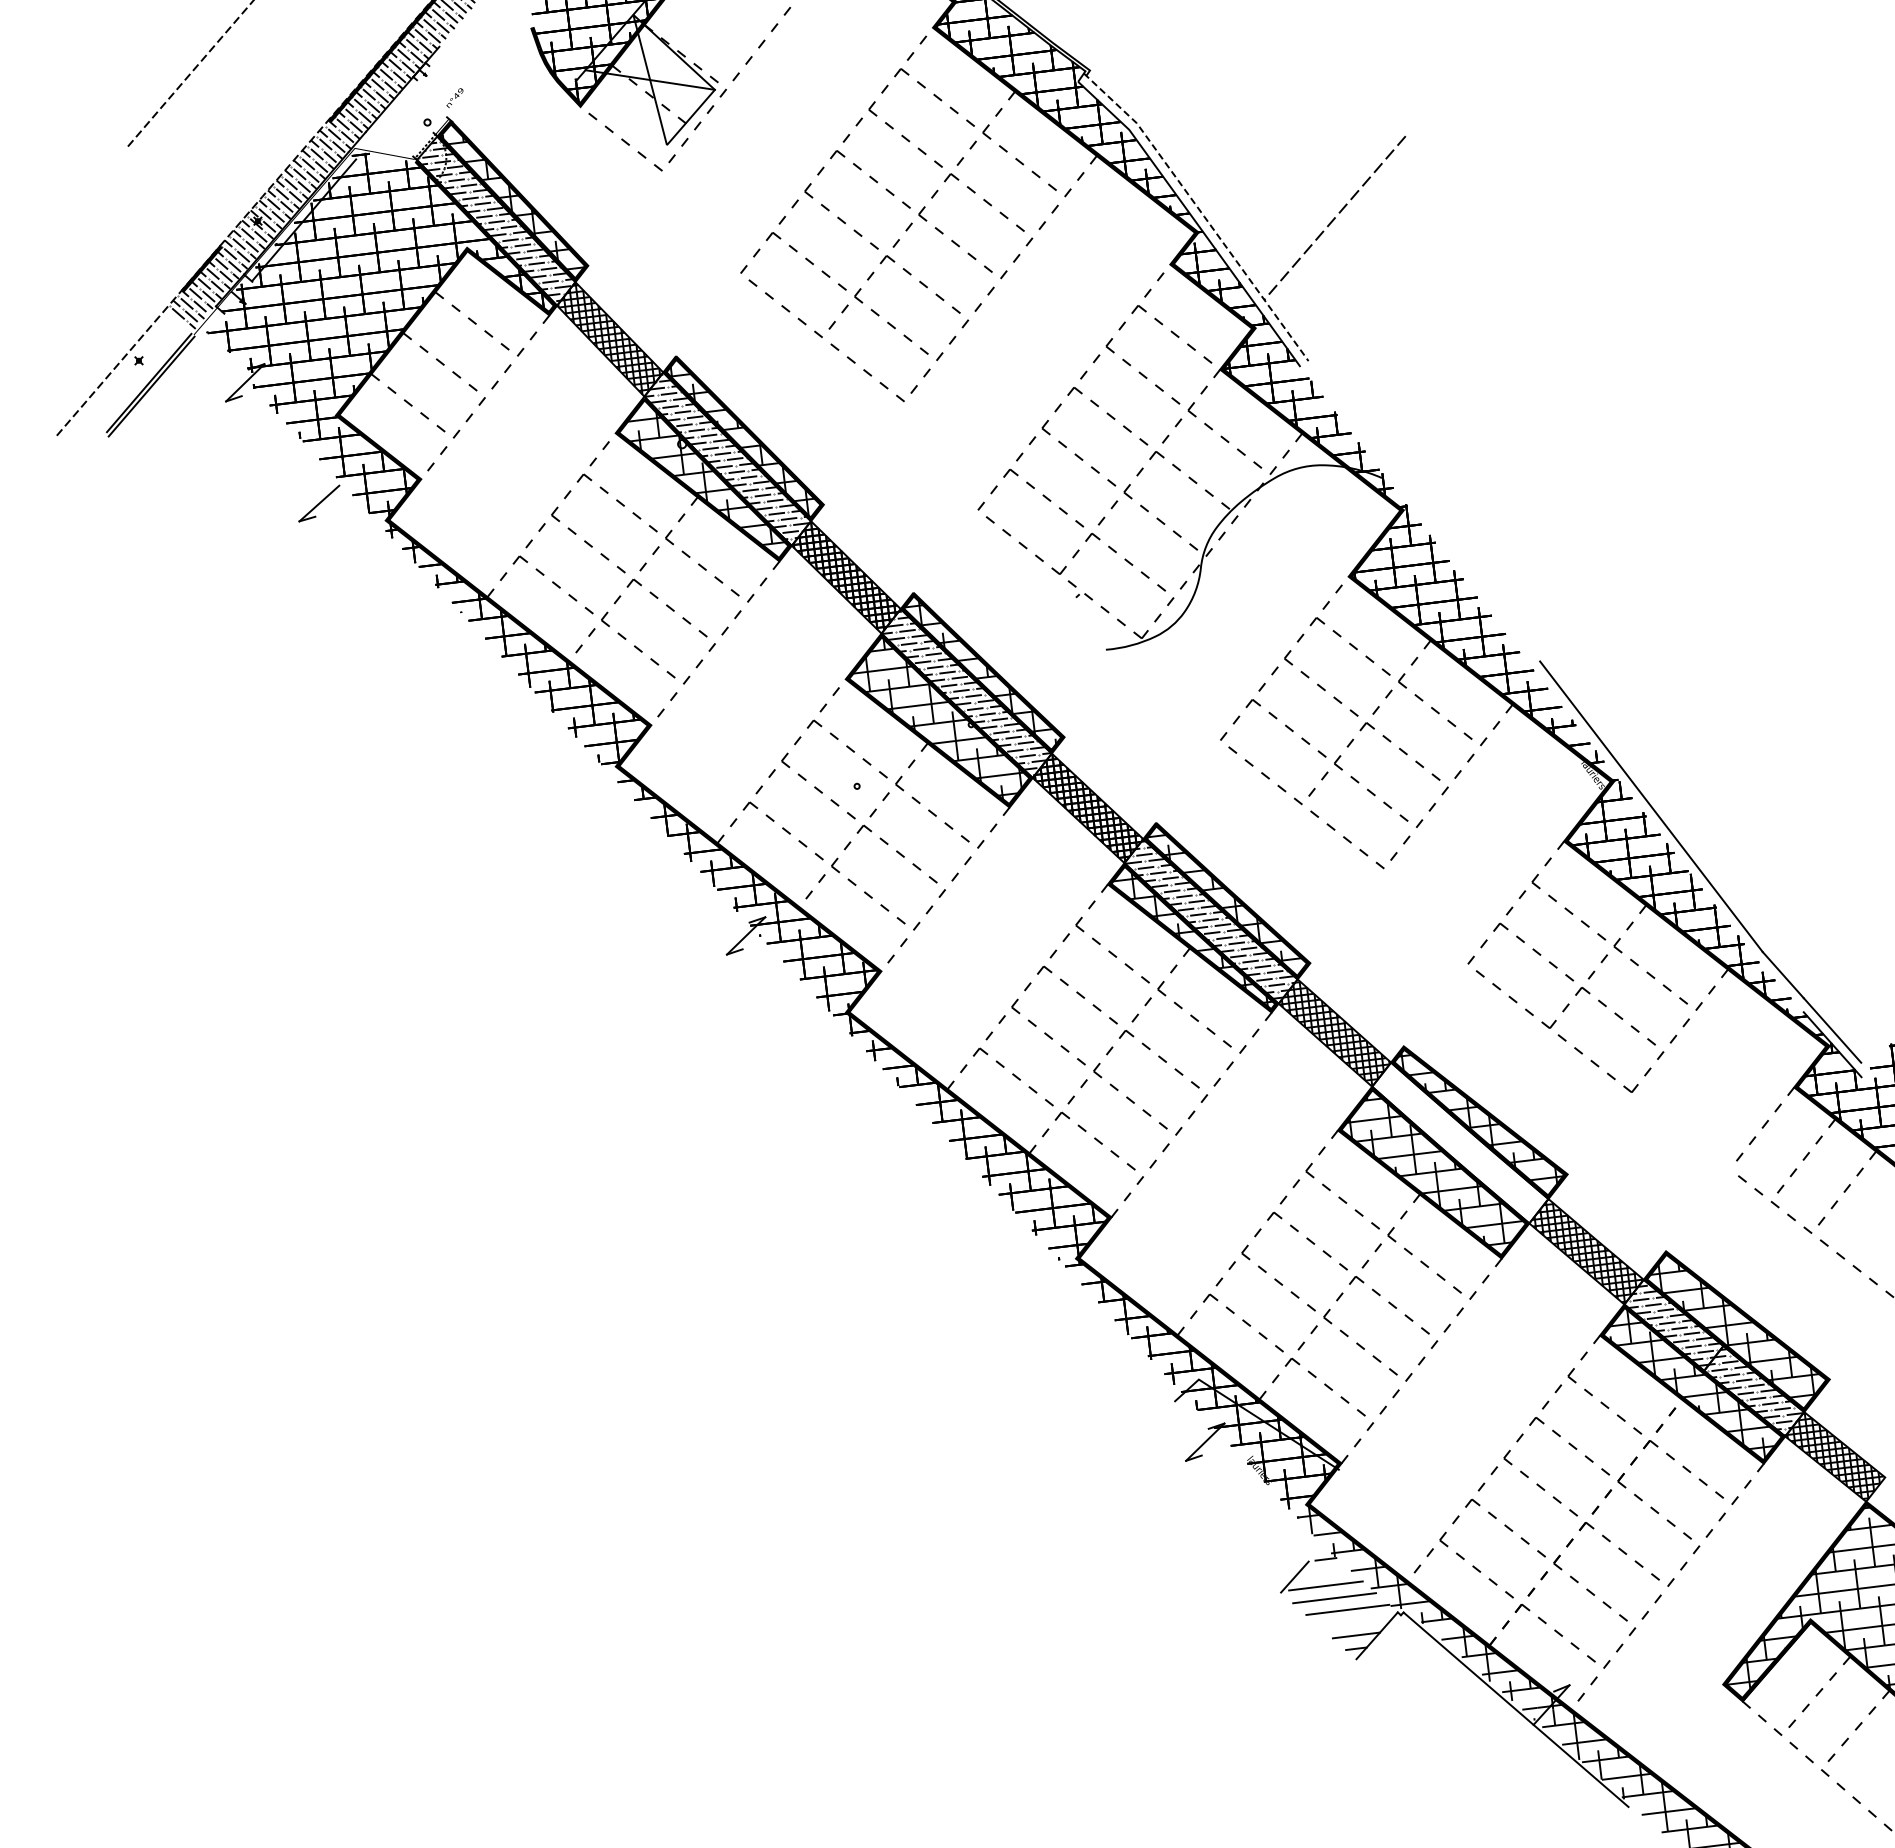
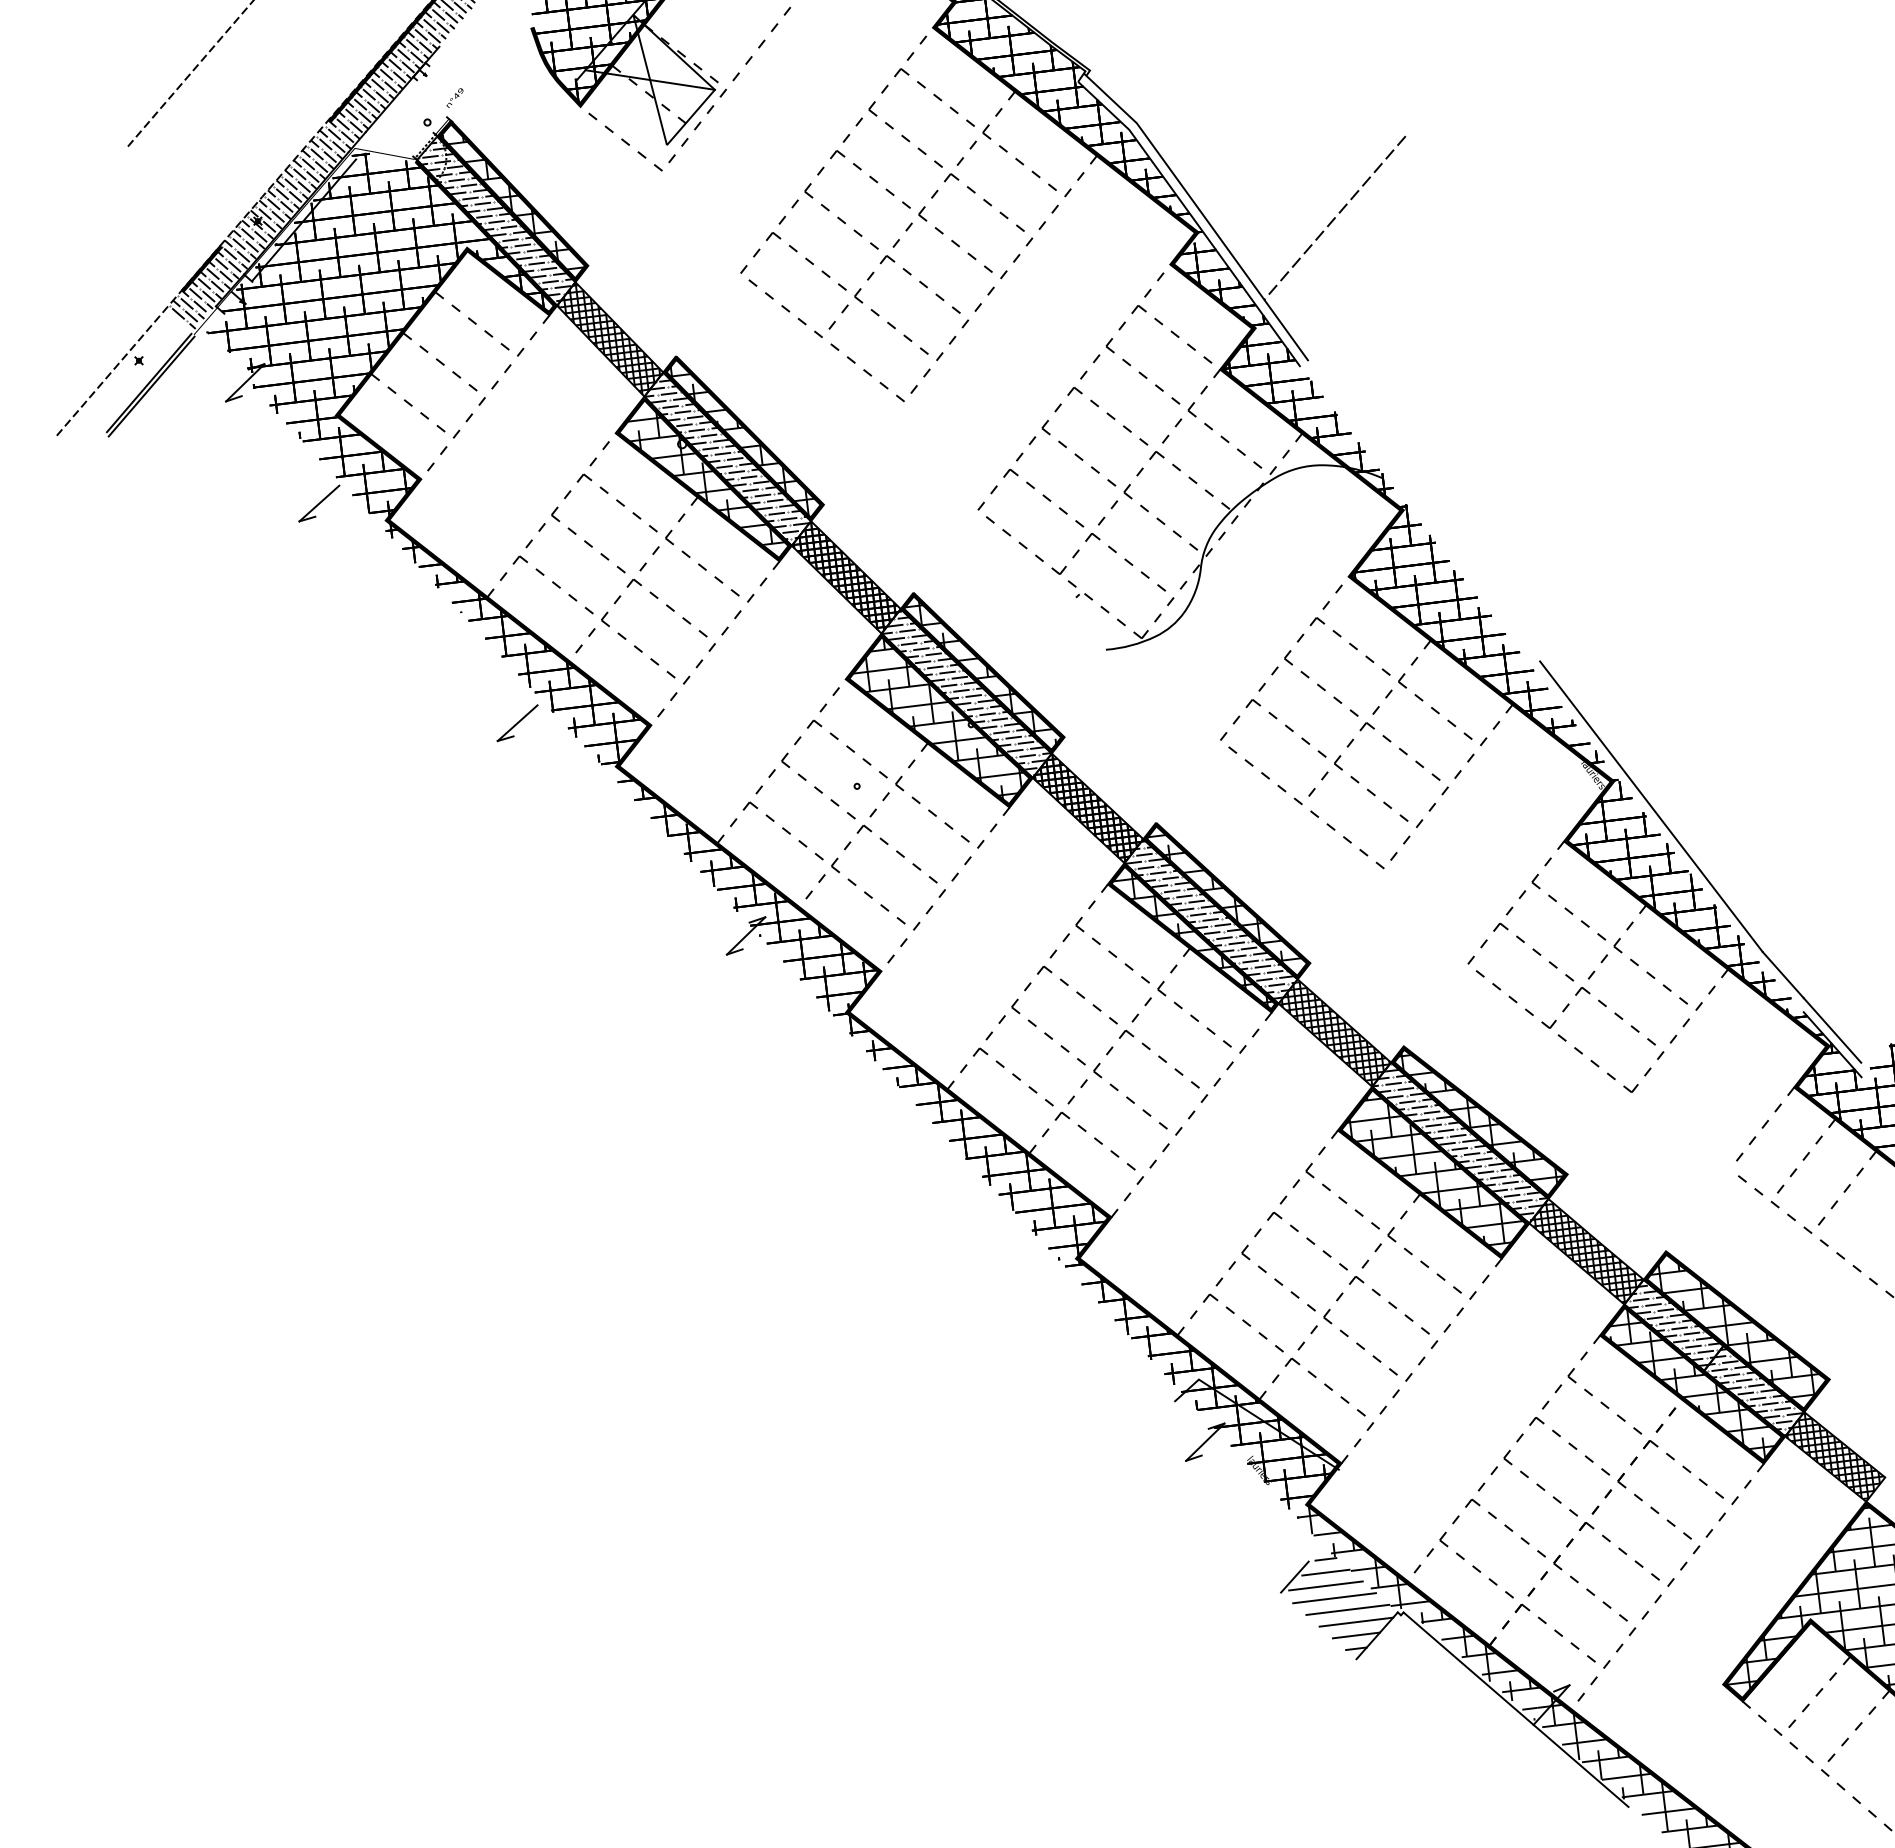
line at (1201, 212): dashed -> solid
part at (517, 723): none -> present
hatch at (1459, 1142): none -> present
line at (1325, 1572): none -> present
line at (1356, 1621): none -> present
